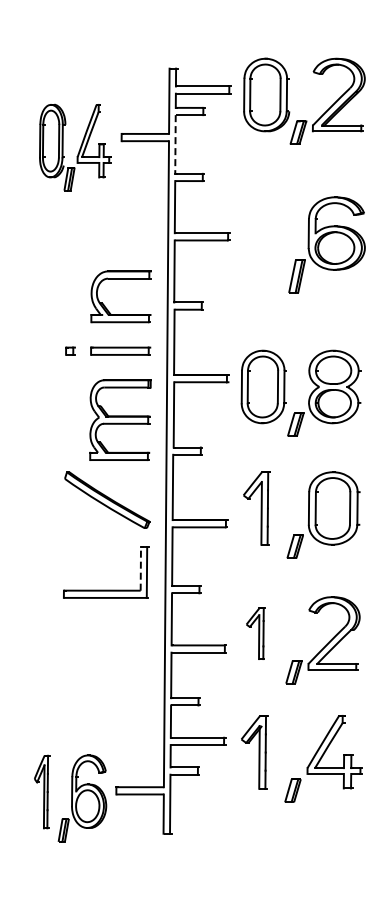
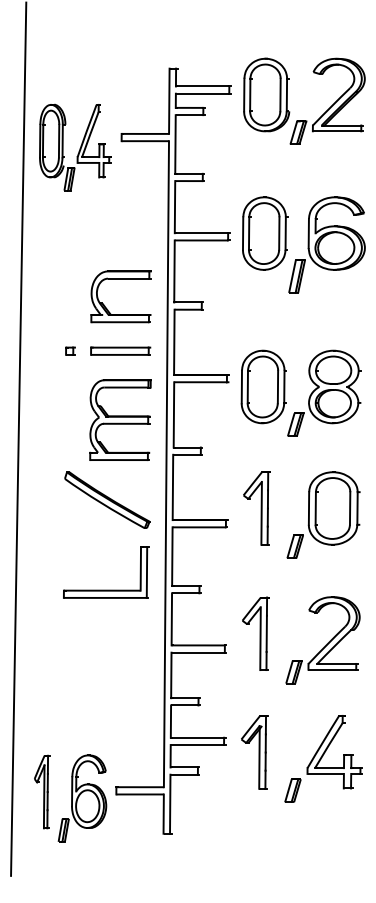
line at (175, 144): dashed -> solid
part at (265, 233): none -> present
line at (18, 438): none -> present
line at (140, 568): dashed -> solid
part at (255, 633) size: 20x53 px -> 28x75 px
